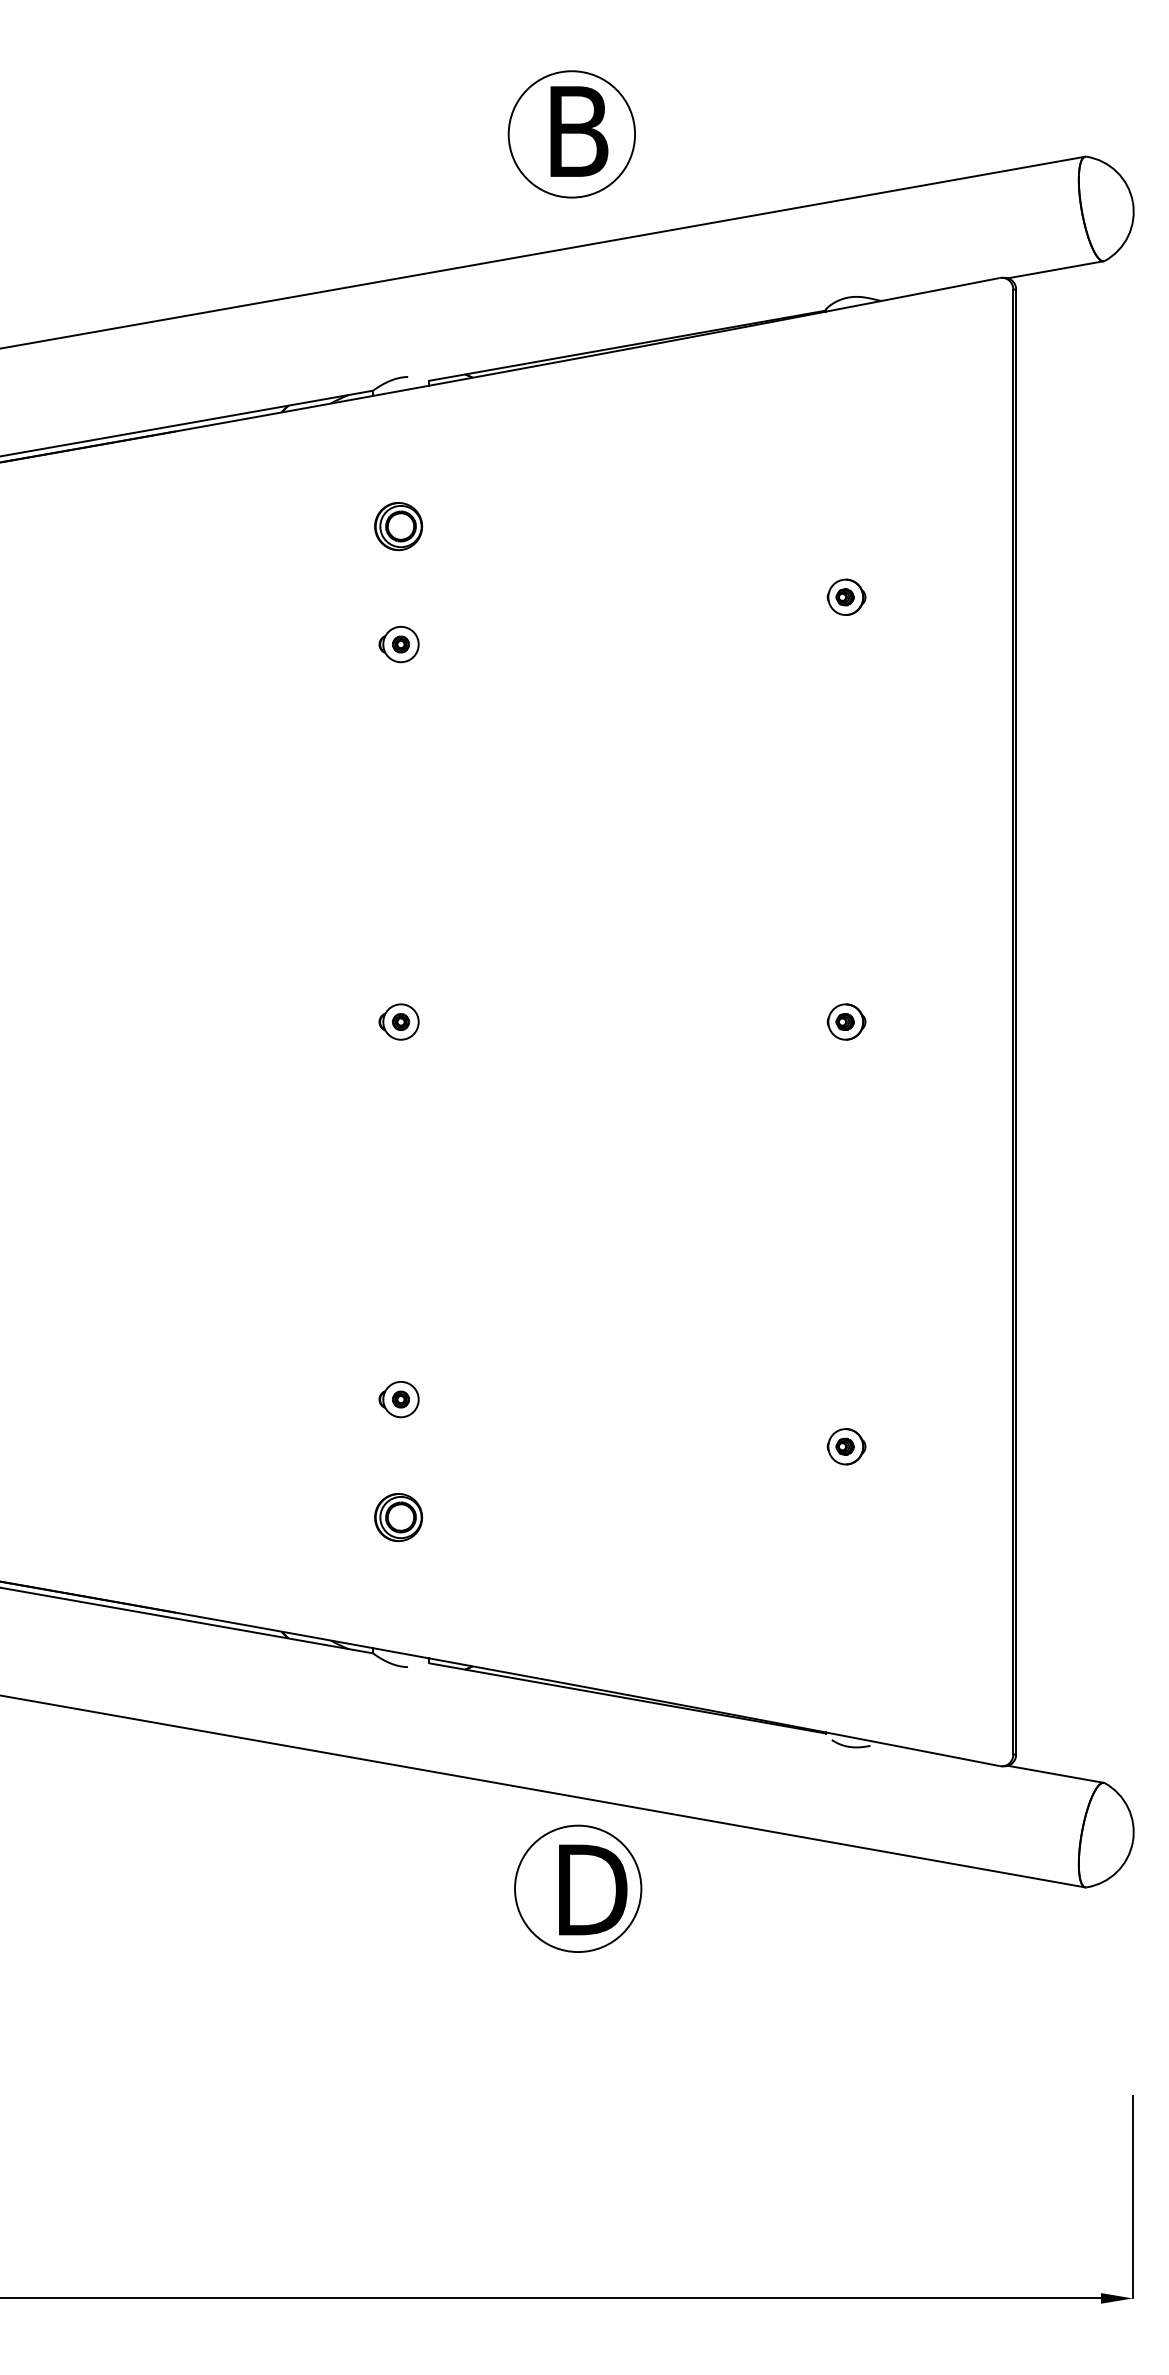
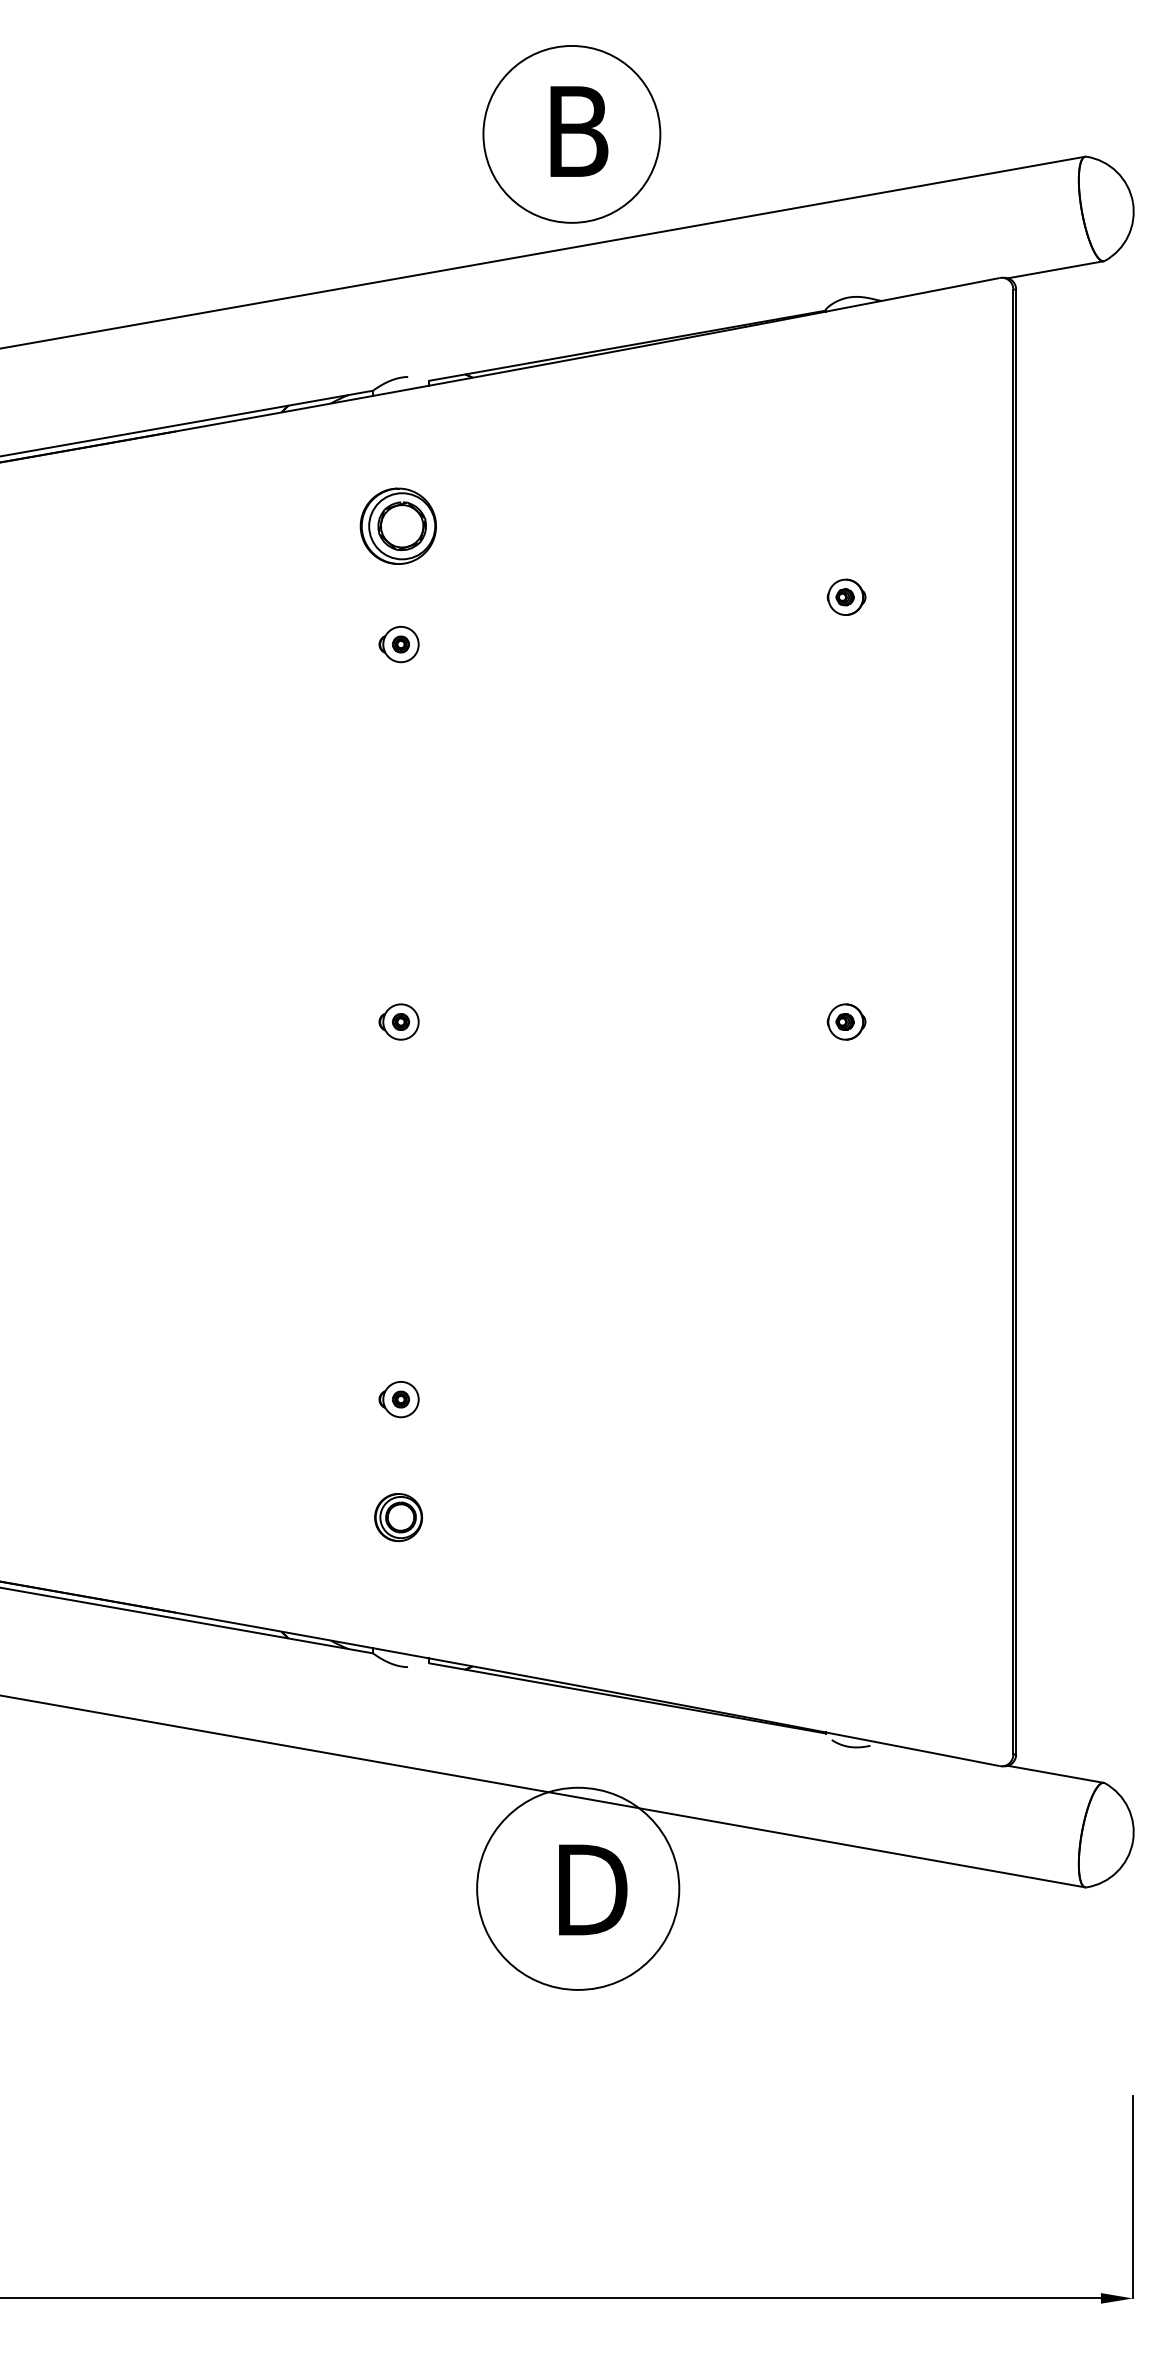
circle at (571, 134) diameter: 126 px -> 177 px
part at (398, 526) size: 50x50 px -> 78x78 px
part at (846, 1446): present -> none
circle at (578, 1888) diameter: 126 px -> 202 px
